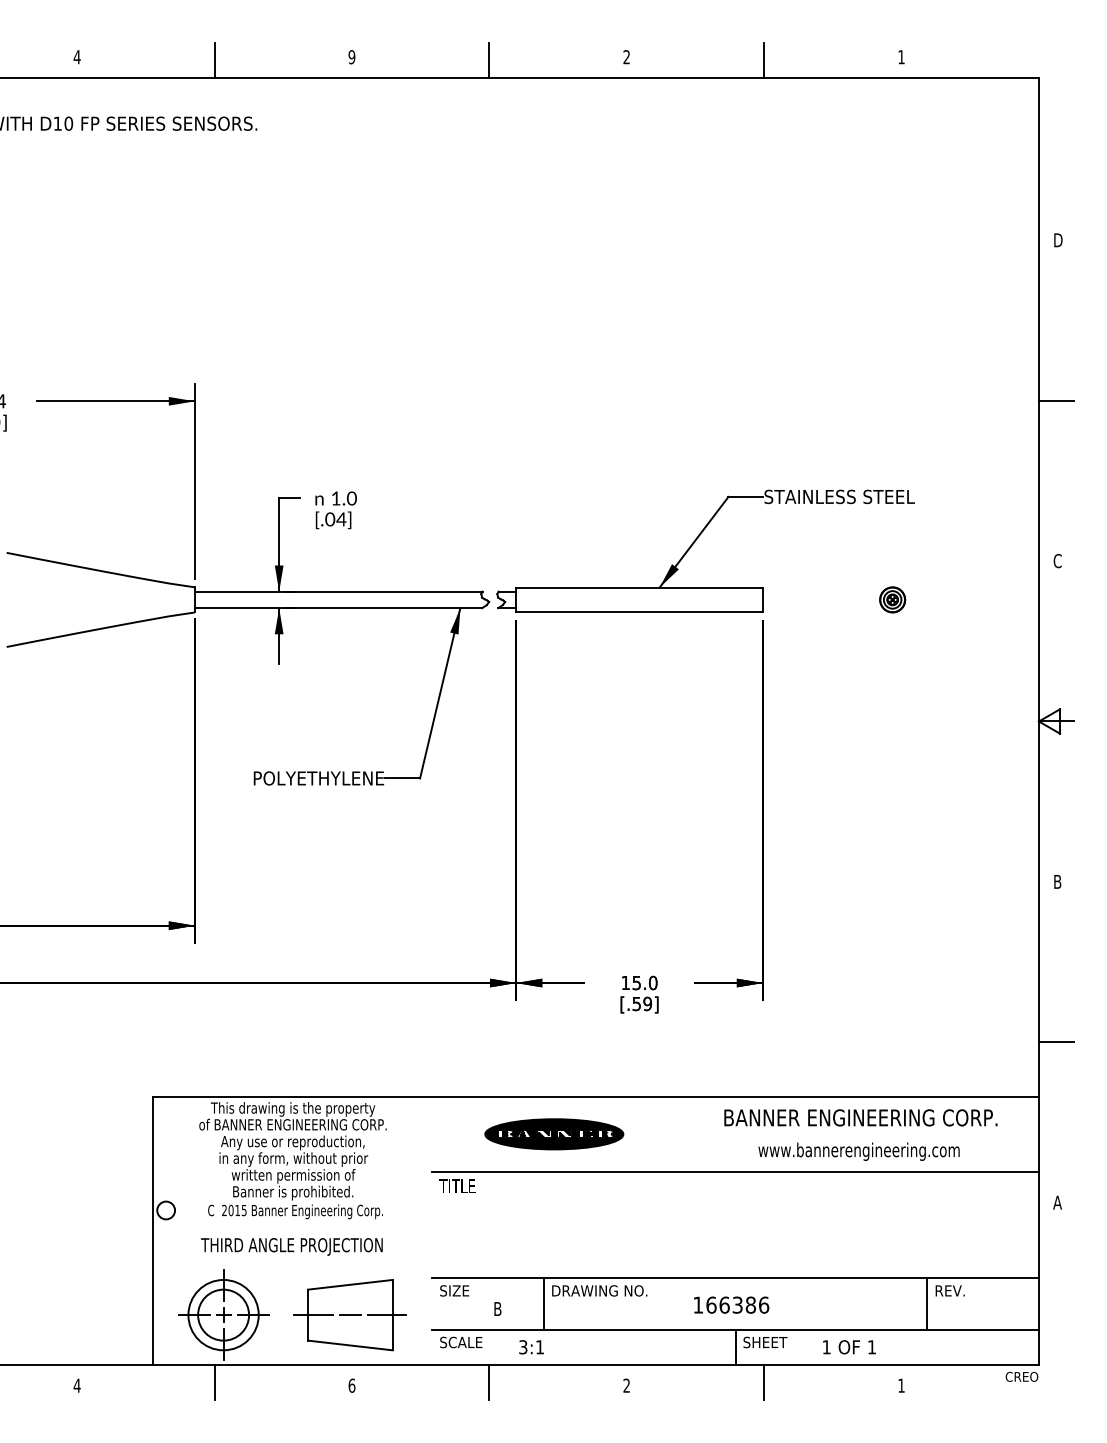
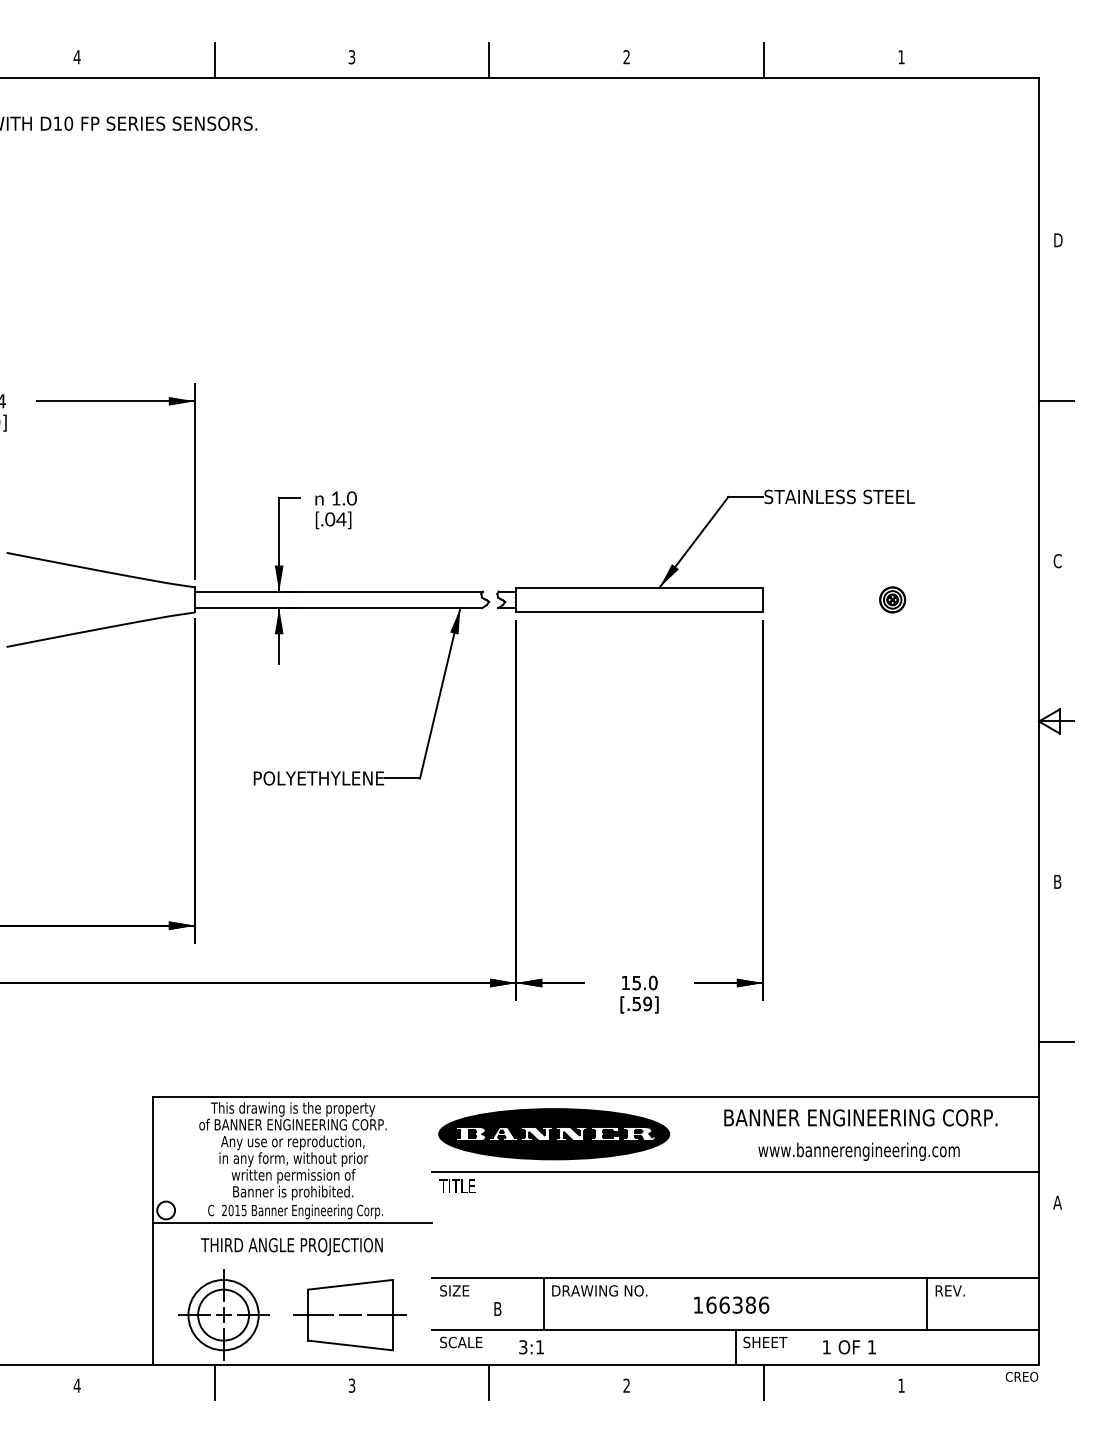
text at (351, 57): 9 -> 3
part at (554, 1134) size: 141x33 px -> 233x53 px
line at (292, 1222): none -> present
text at (351, 1385): 6 -> 3
